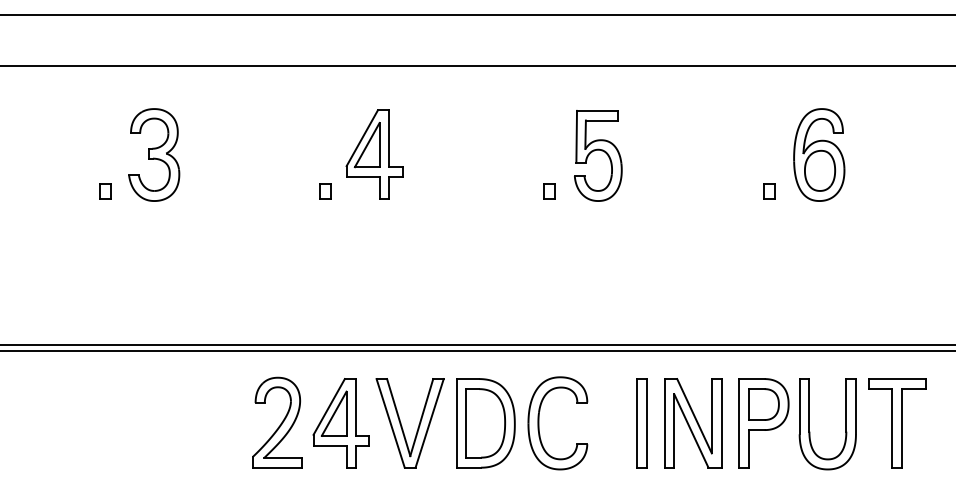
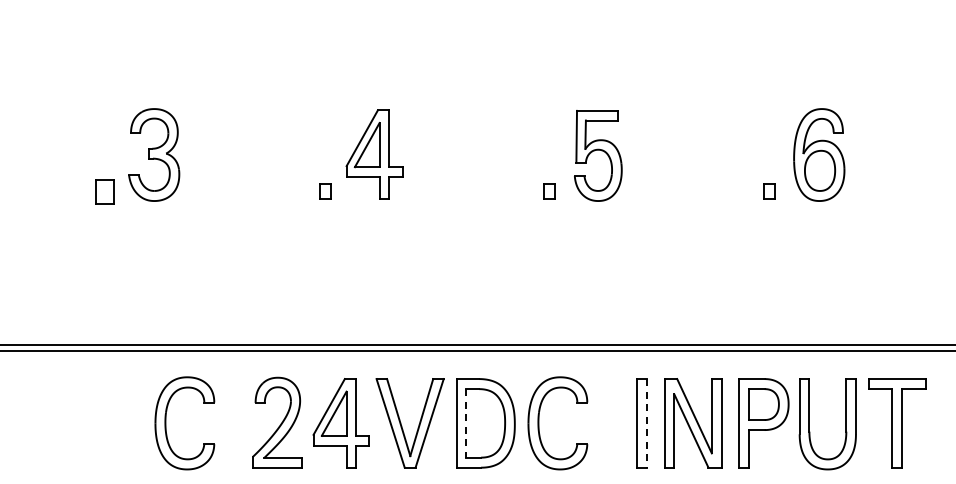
line at (477, 14): present -> none
line at (477, 66): present -> none
part at (105, 191) size: 13x17 px -> 20x26 px
part at (166, 423): none -> present
line at (466, 423): solid -> dashed
line at (646, 423): solid -> dashed
